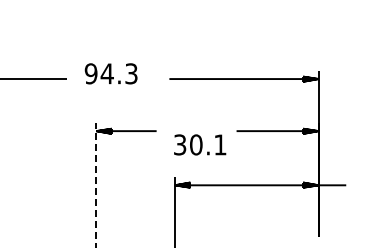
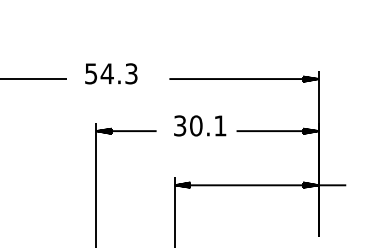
text at (90, 73): 94.3 -> 54.3
text at (200, 144) position: (200, 144) -> (200, 125)
line at (96, 185): dashed -> solid
